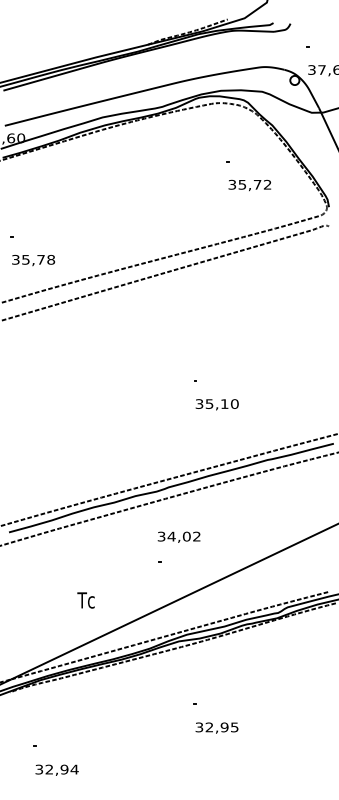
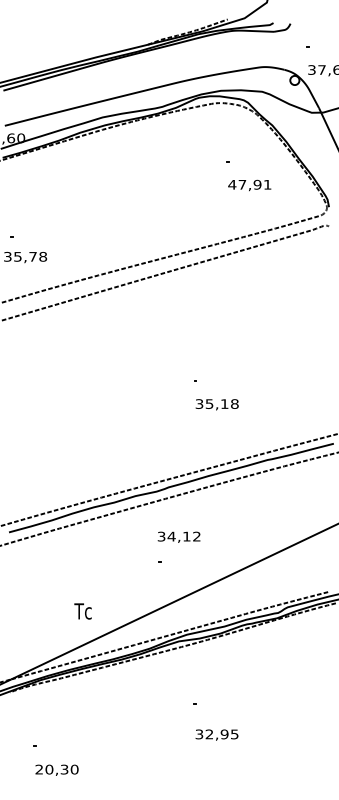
text at (249, 184): 35,72 -> 47,91
text at (33, 260) position: (33, 260) -> (25, 257)
text at (234, 403): 35,10 -> 35,18
text at (186, 536): 34,02 -> 34,12
text at (85, 600) position: (85, 600) -> (82, 611)
text at (216, 727) position: (216, 727) -> (216, 734)
text at (56, 769): 32,94 -> 20,30
